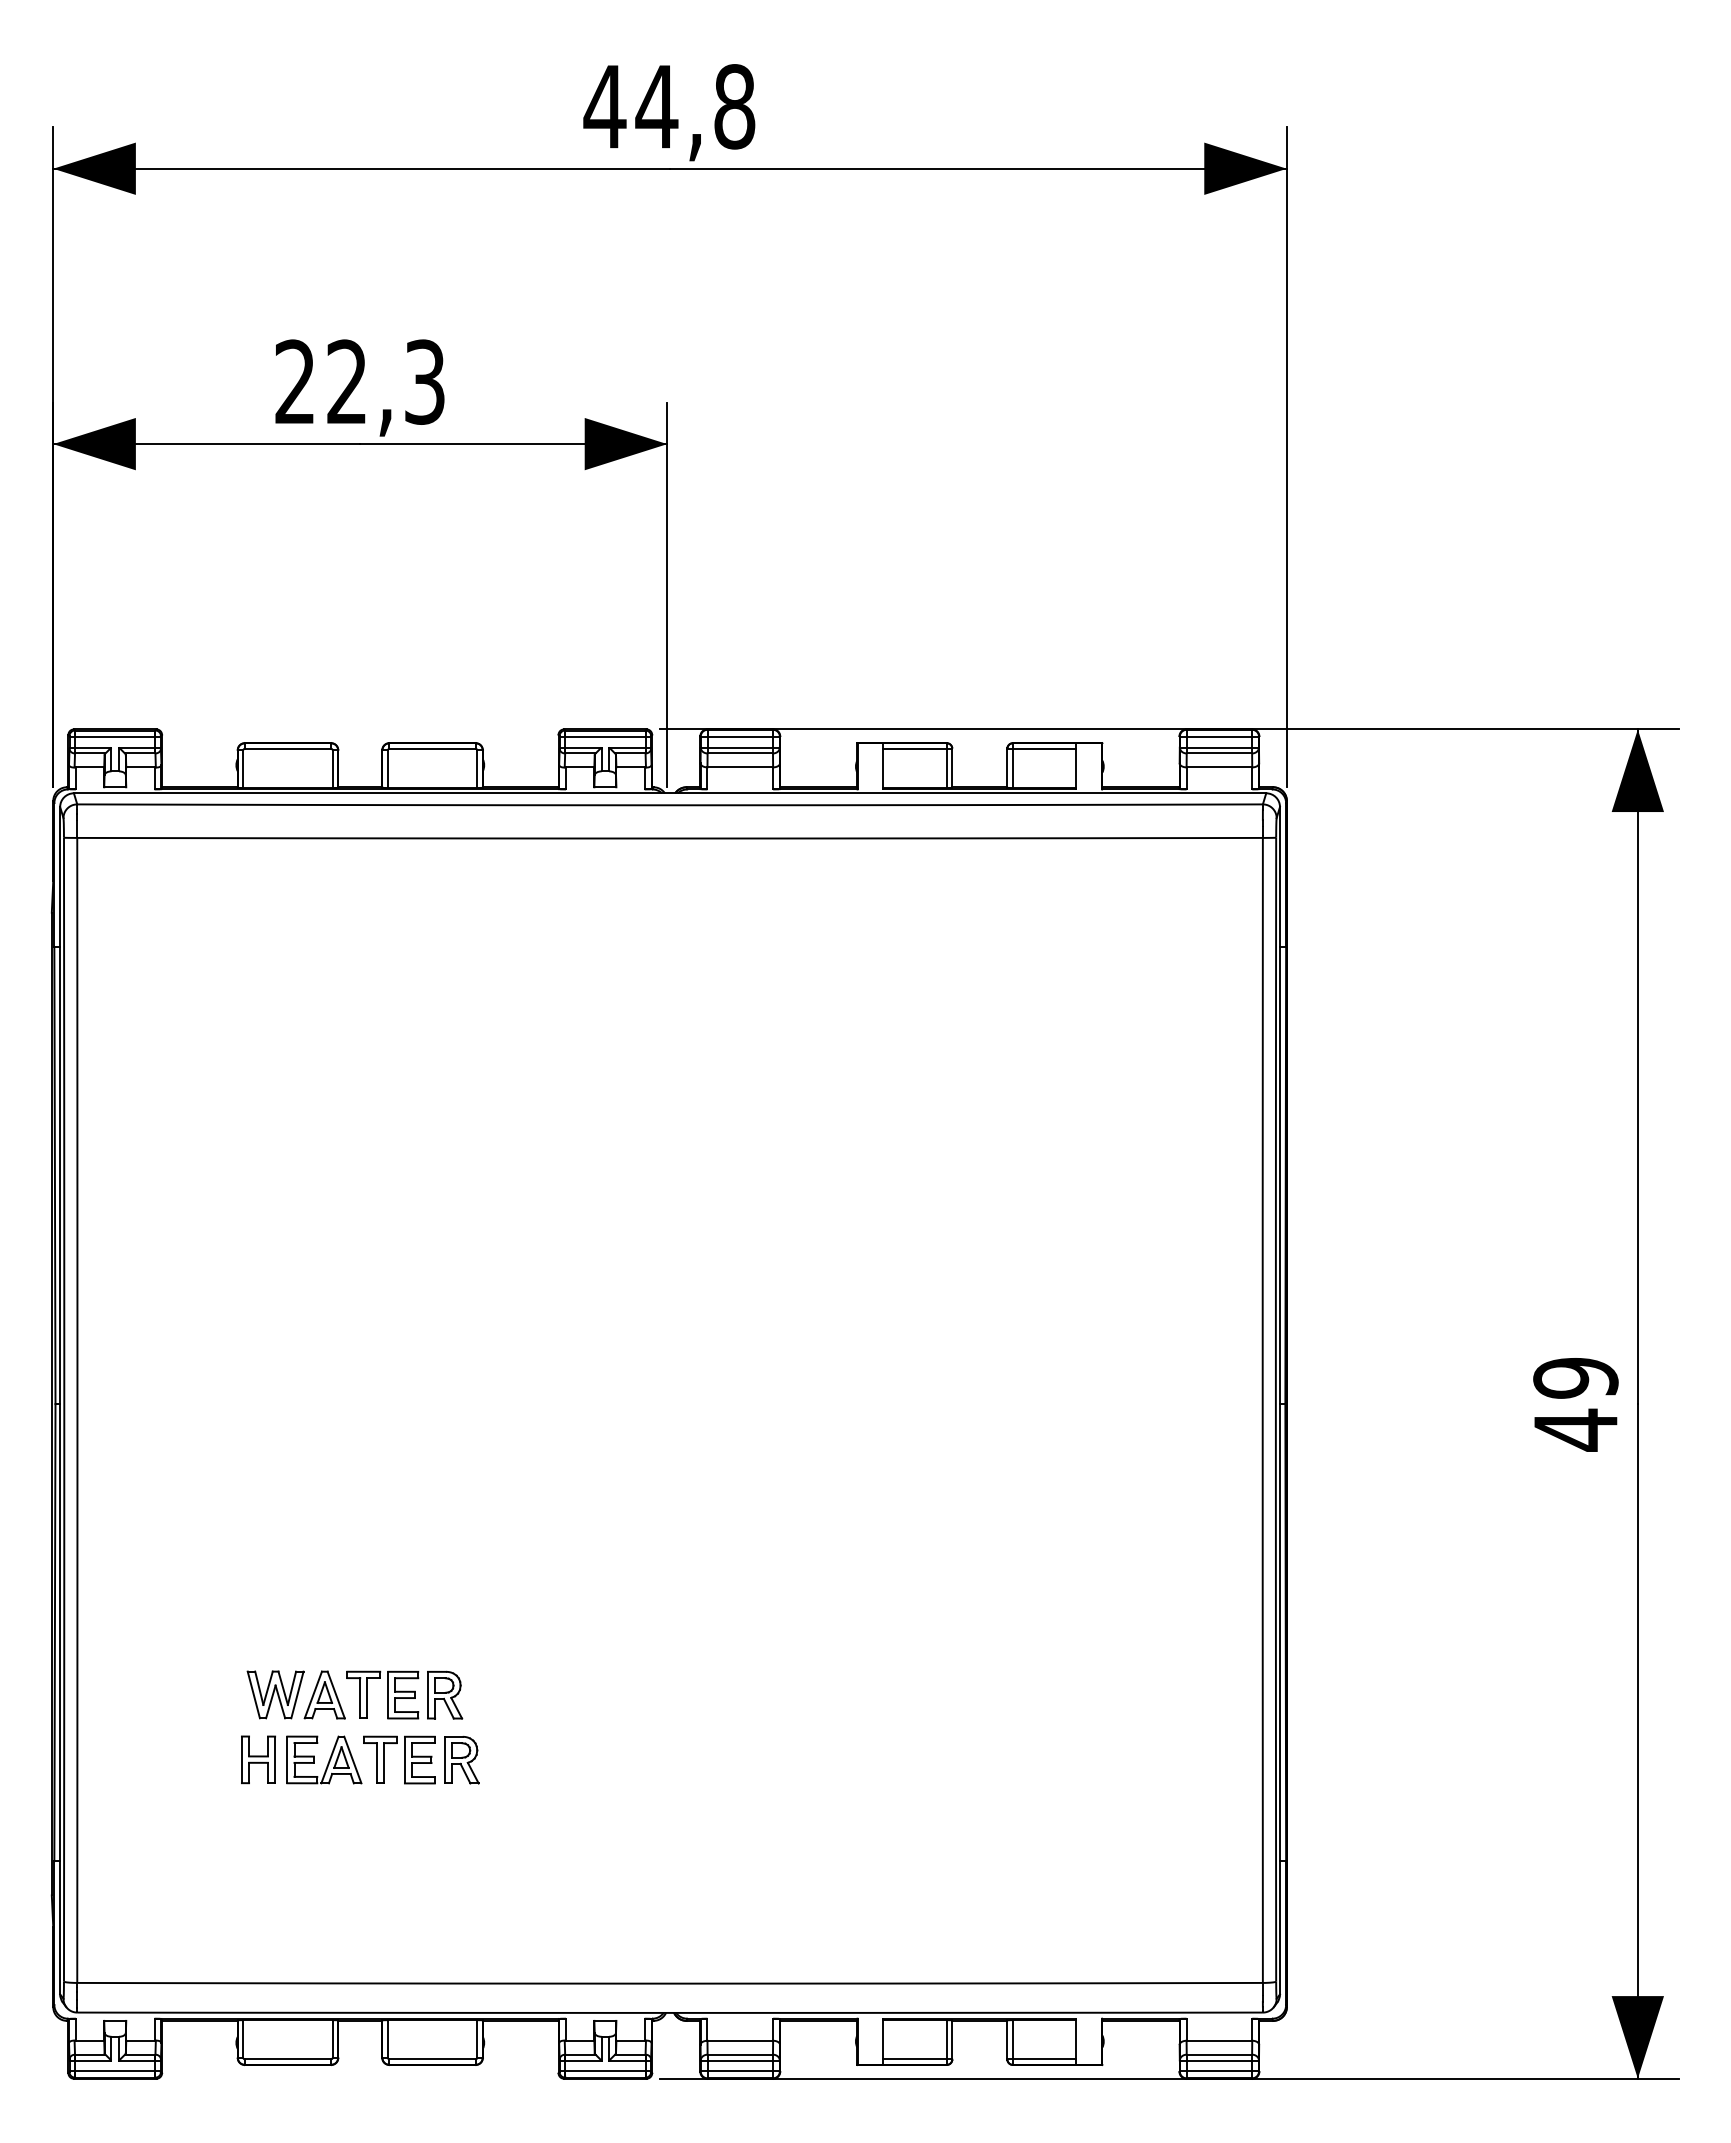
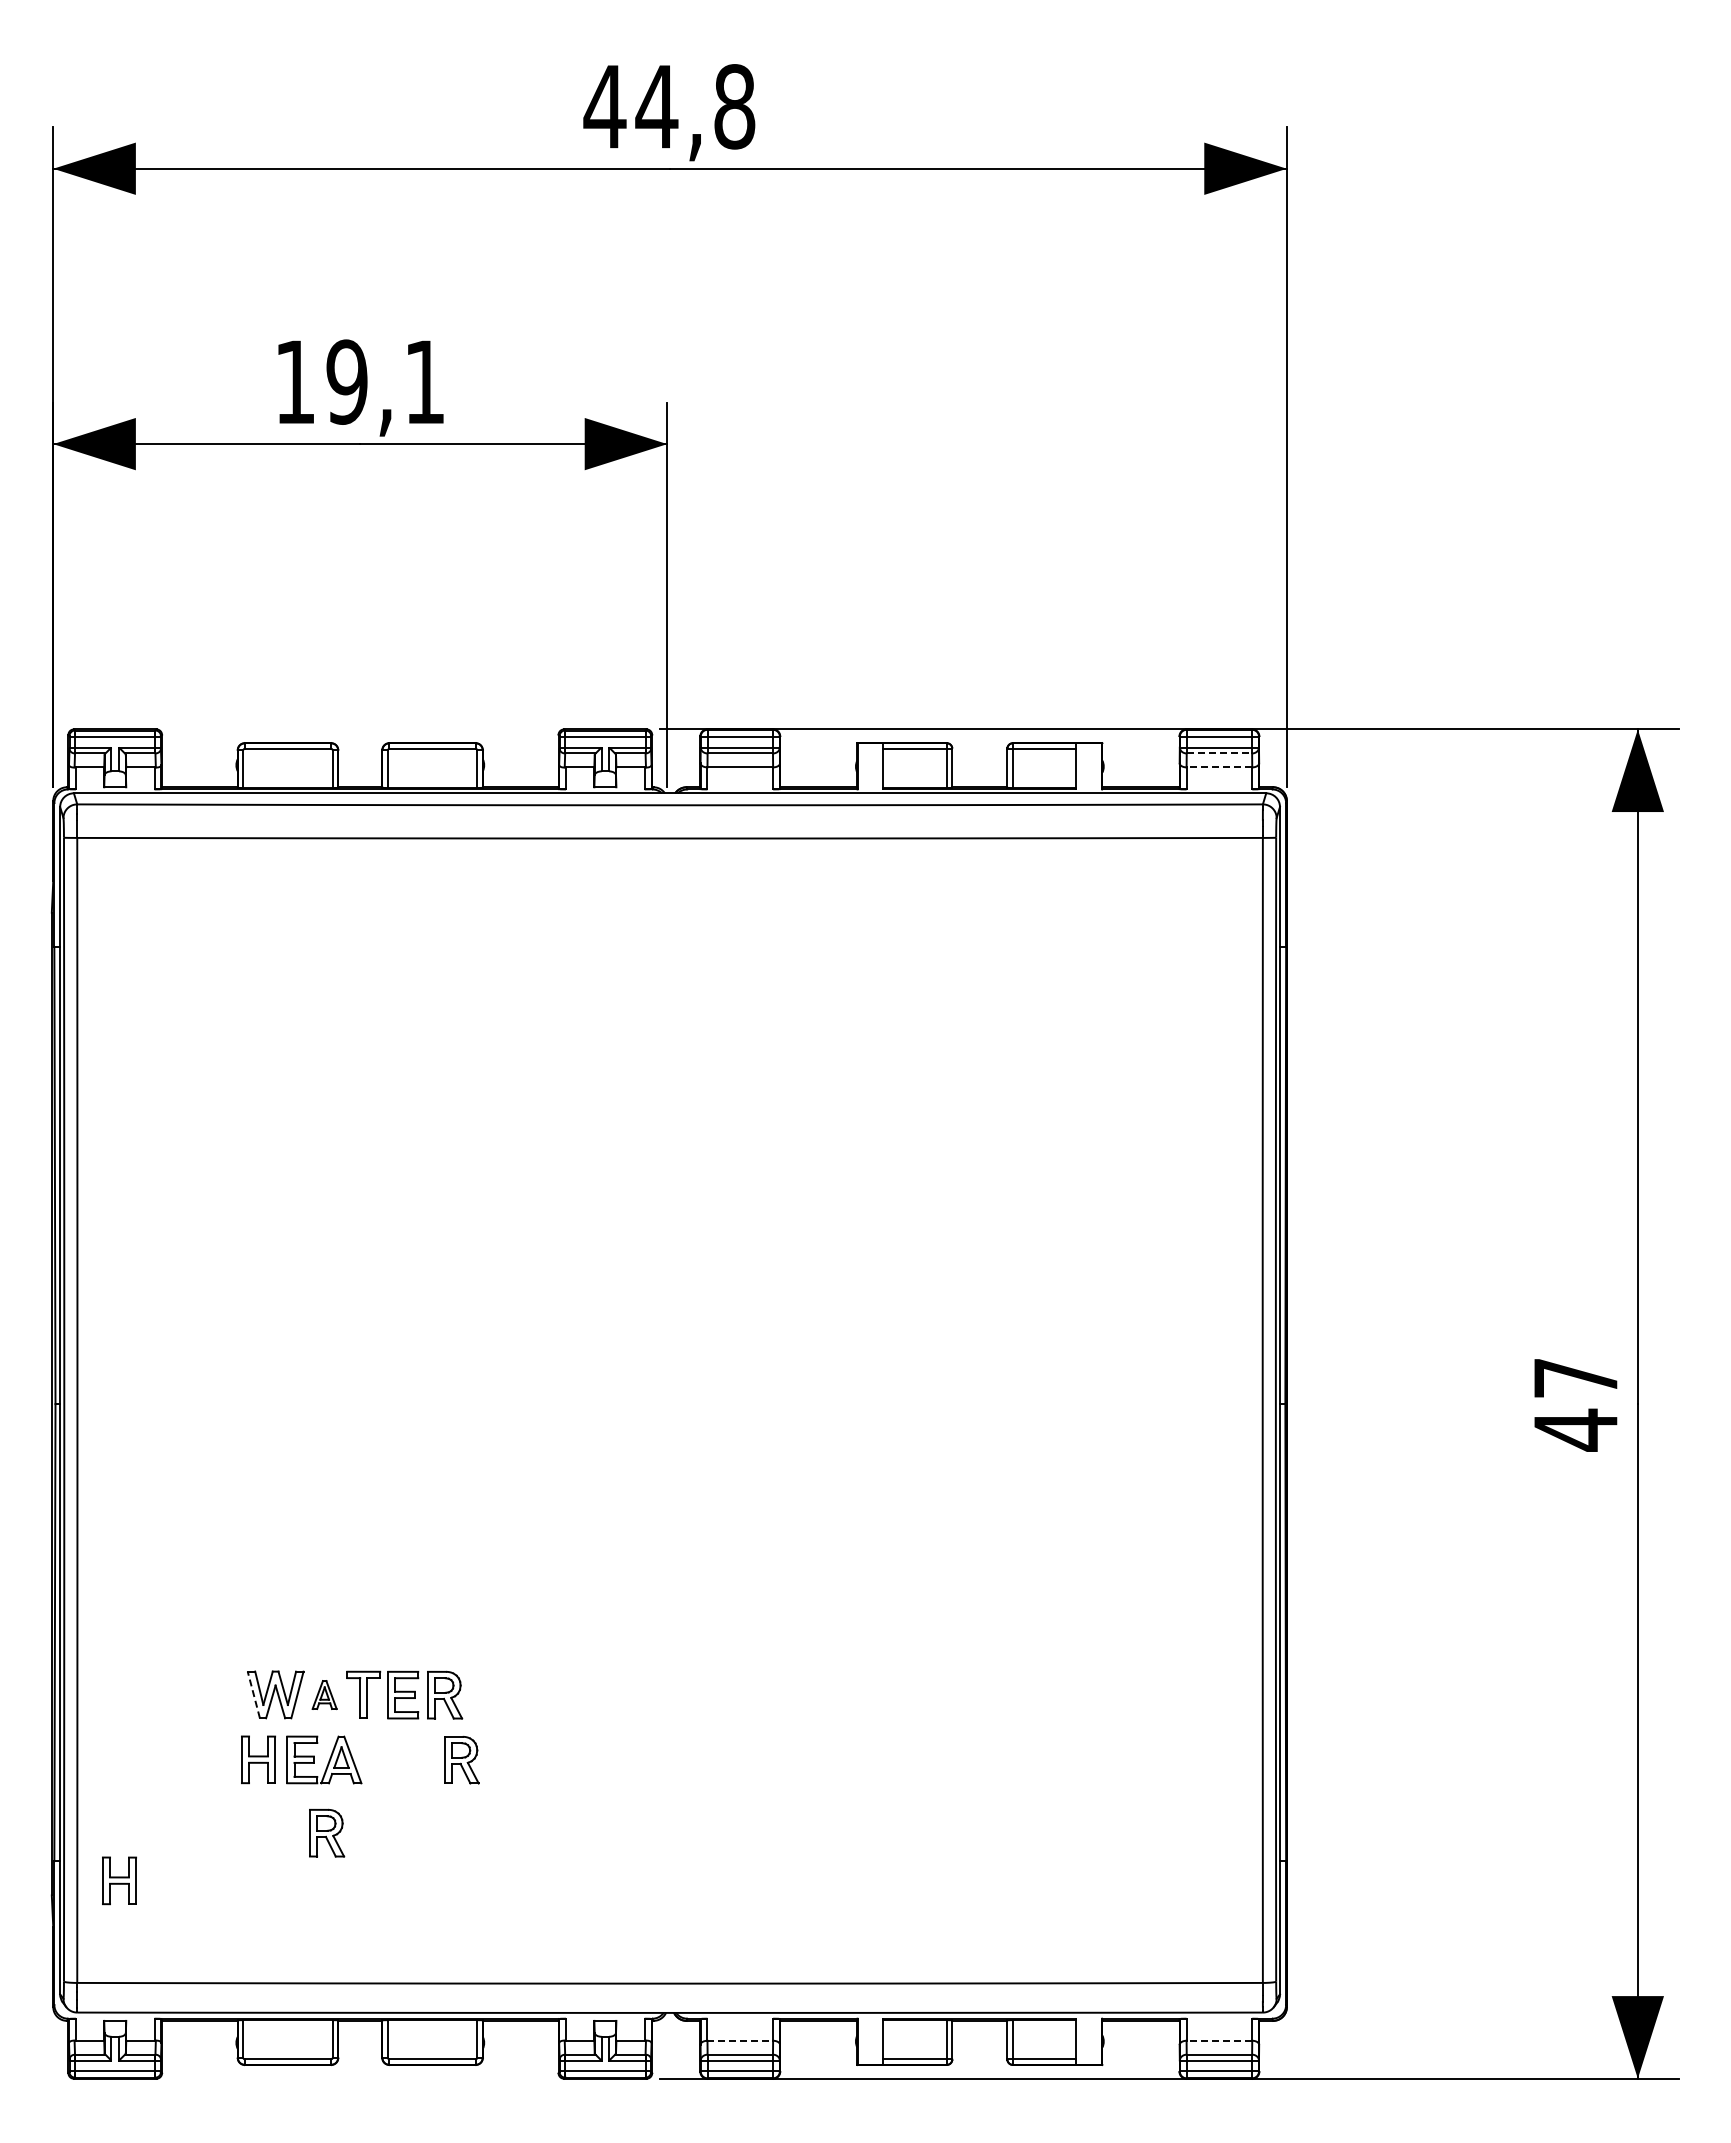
text at (359, 381): 22,3 -> 19,1
line at (1219, 753): solid -> dashed
line at (1219, 767): solid -> dashed
text at (1575, 1378): 49 -> 47
line at (253, 1694): solid -> dashed
part at (324, 1694) size: 43x50 px -> 27x30 px
part at (399, 1759): present -> none
part at (327, 1832): none -> present
part at (119, 1880): none -> present
line at (740, 2040): solid -> dashed
line at (1219, 2040): solid -> dashed
